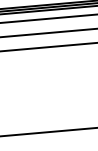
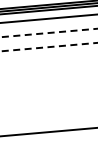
line at (49, 32): solid -> dashed
line at (48, 47): solid -> dashed
